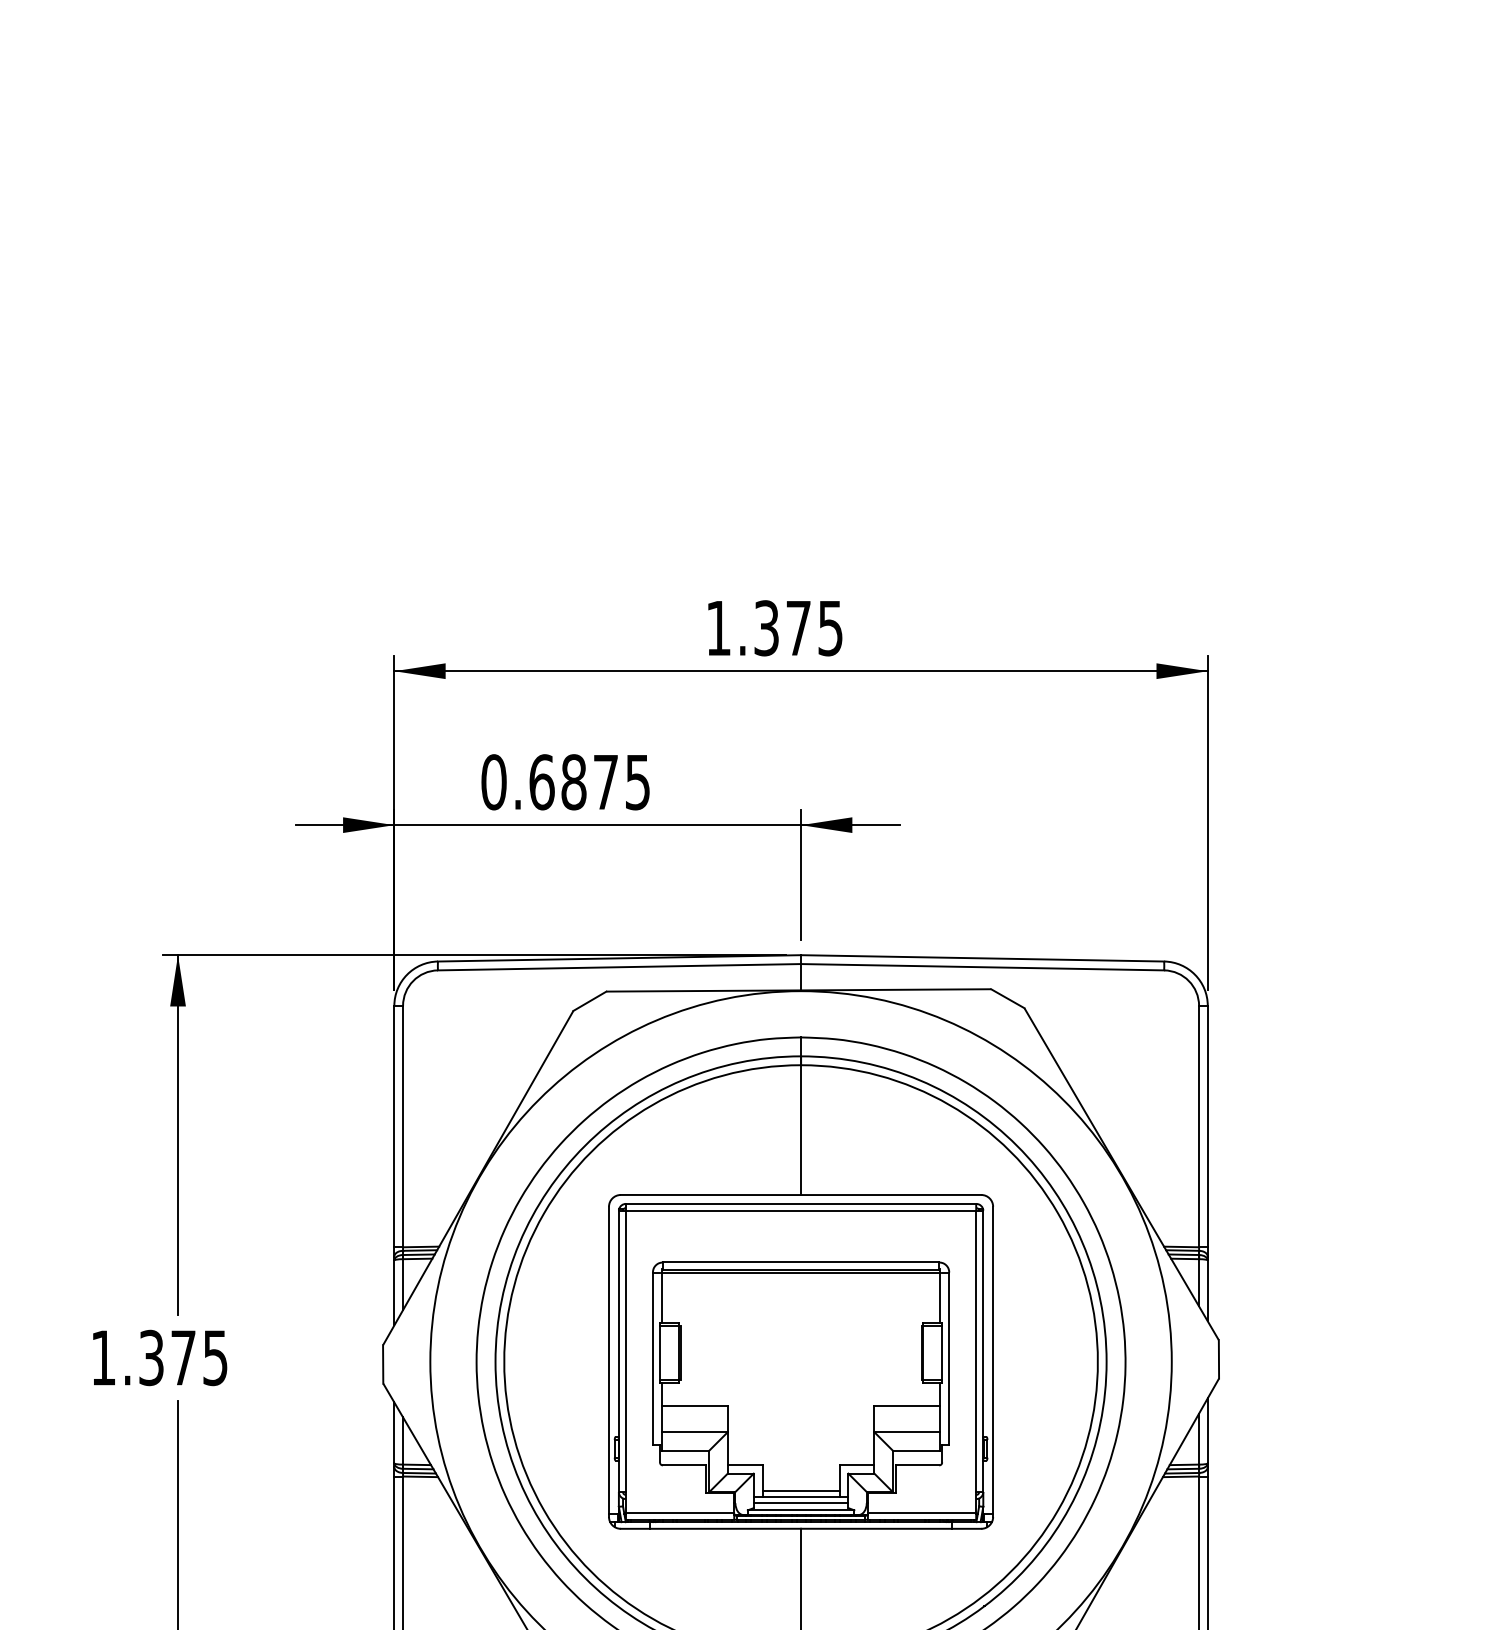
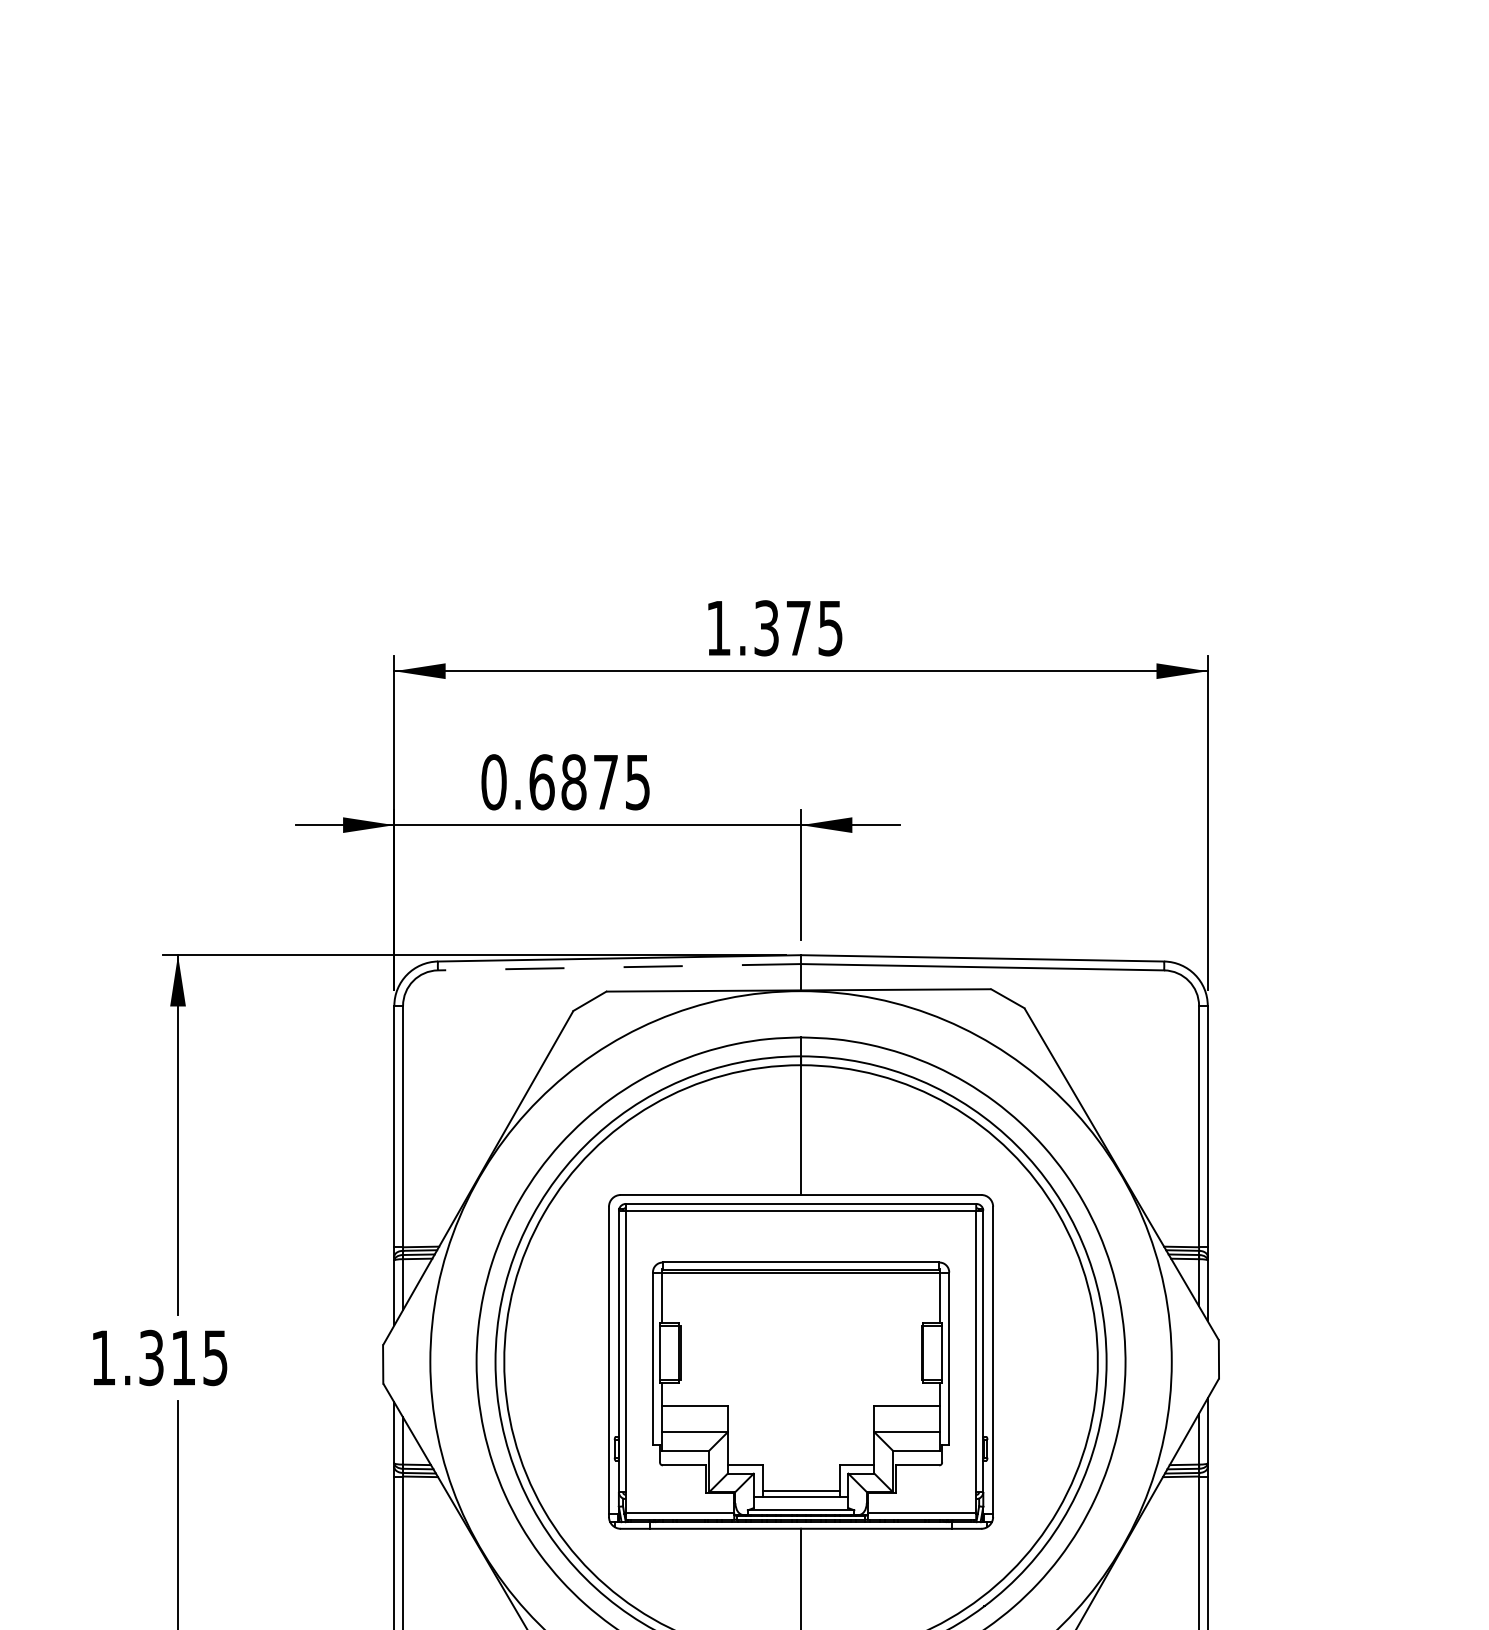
line at (619, 967): solid -> dashed
text at (183, 1357): 1.375 -> 1.315
line at (800, 1503): present -> none
